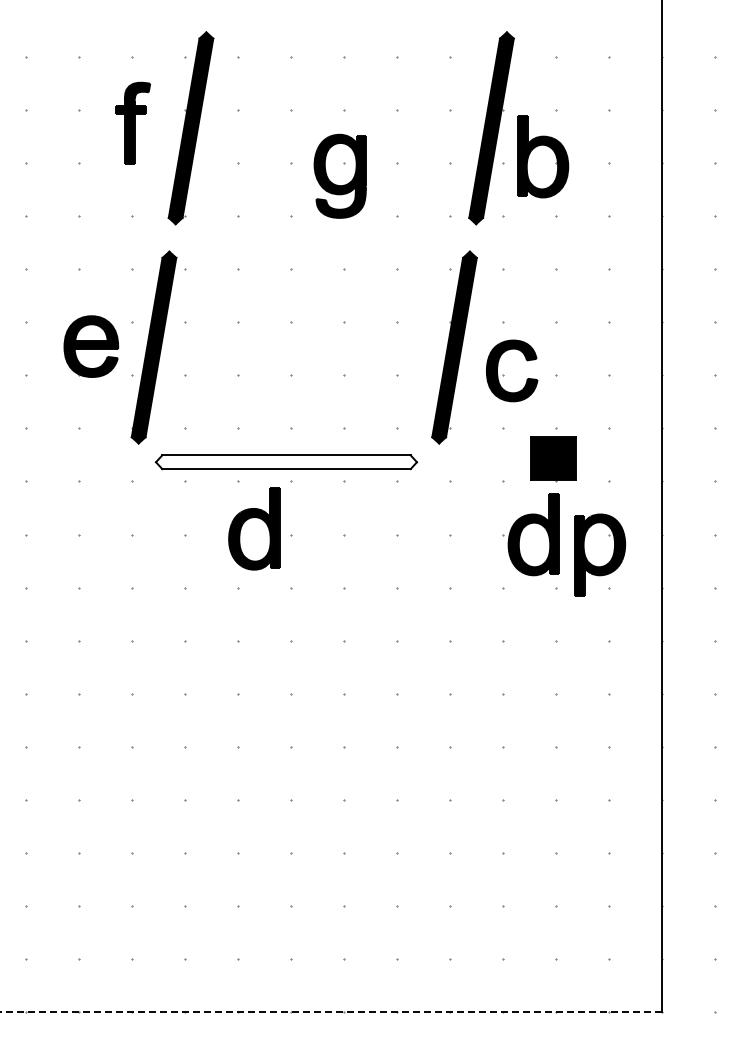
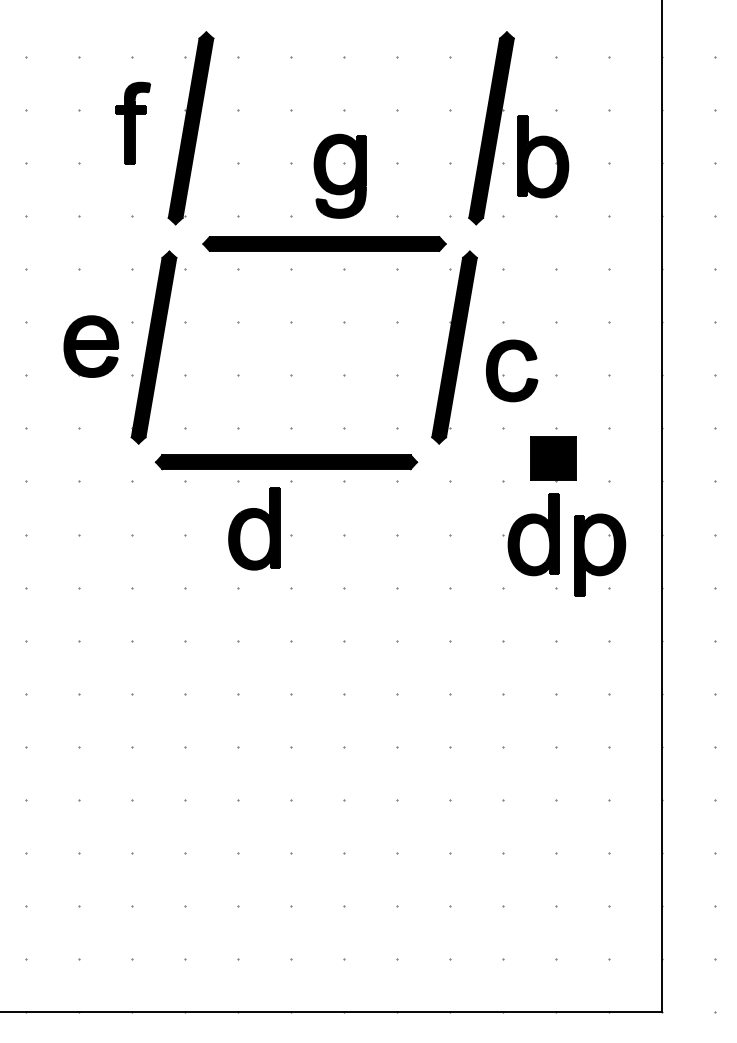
part at (324, 243): none -> present
fill at (286, 462): none -> present
line at (331, 1011): dashed -> solid
